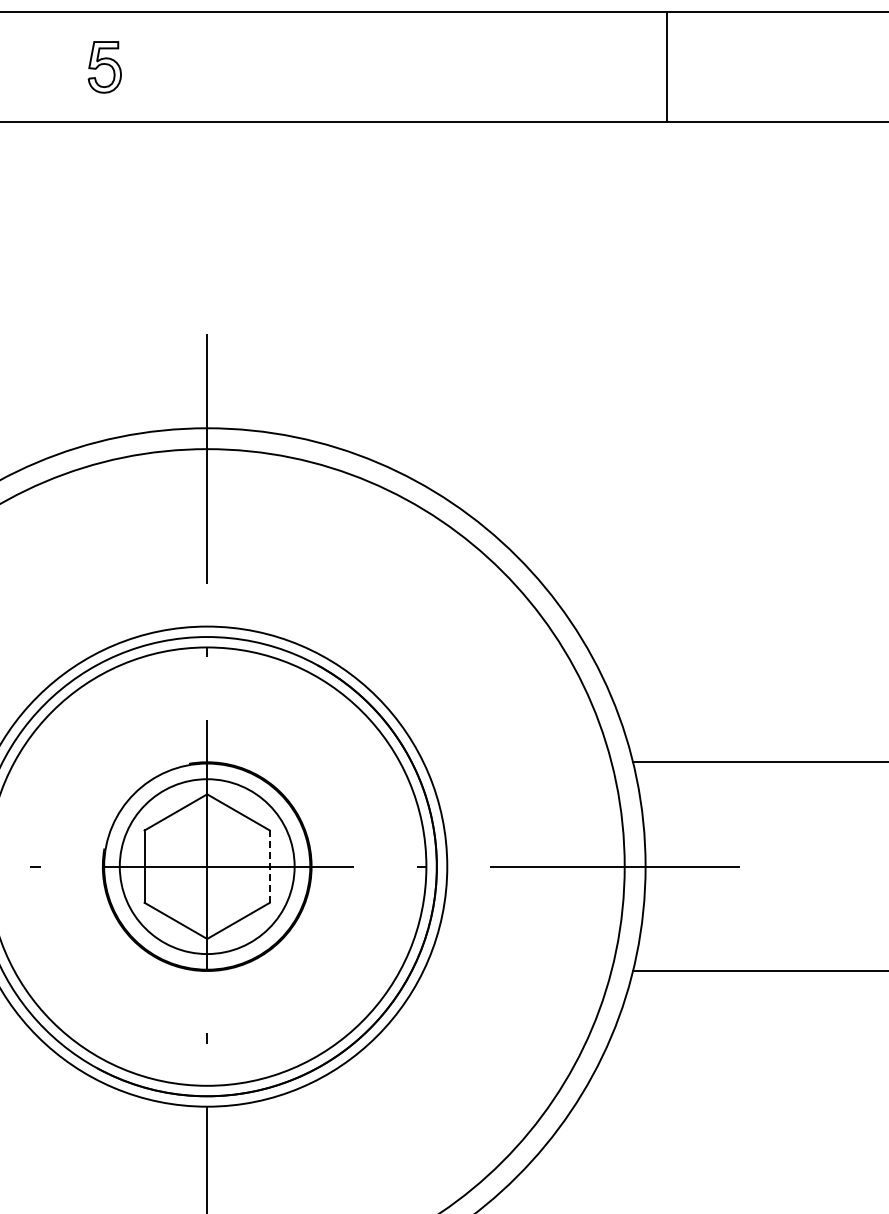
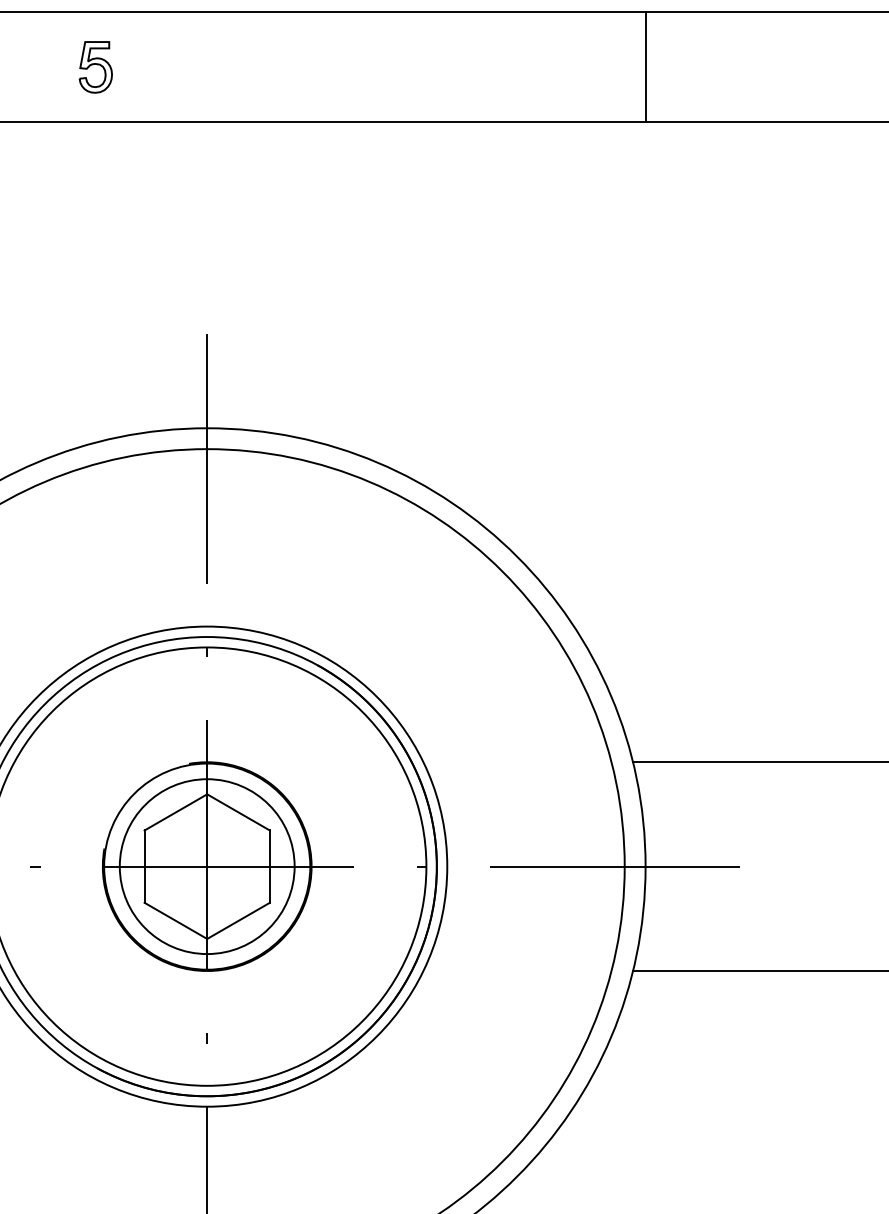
line at (666, 66) position: (666, 66) -> (645, 66)
part at (104, 67) position: (104, 67) -> (95, 67)
line at (269, 866): dashed -> solid
